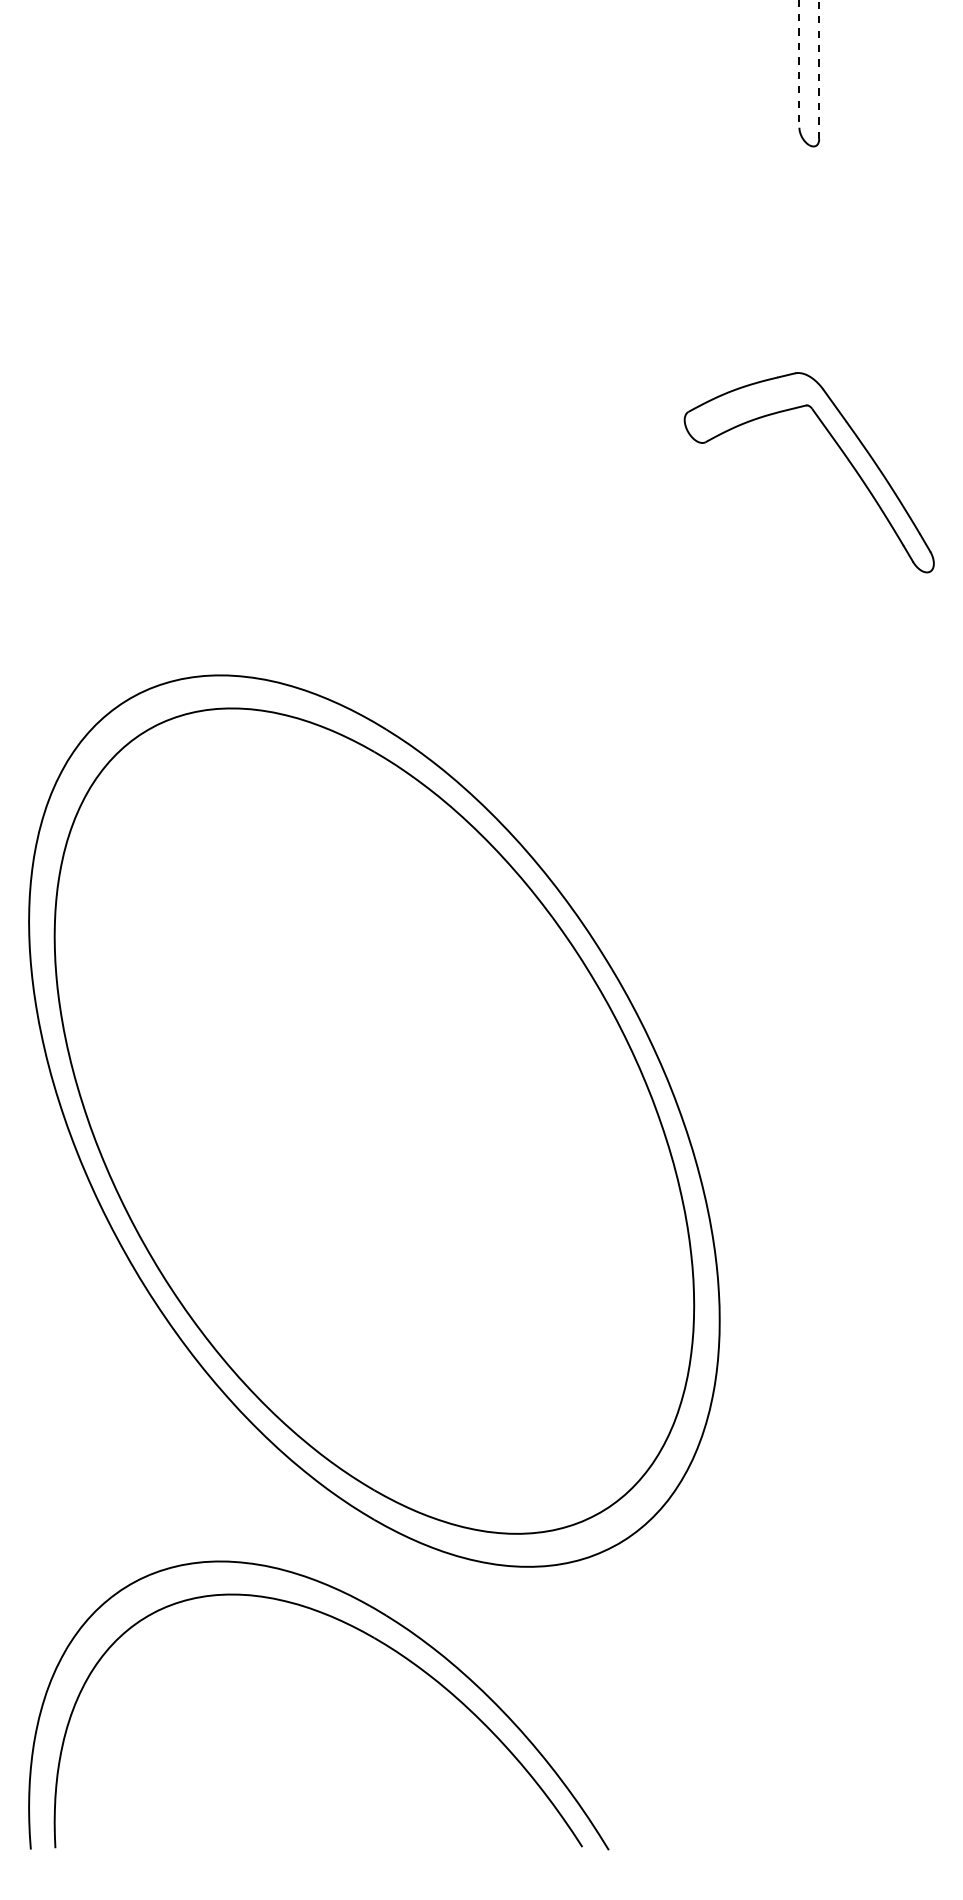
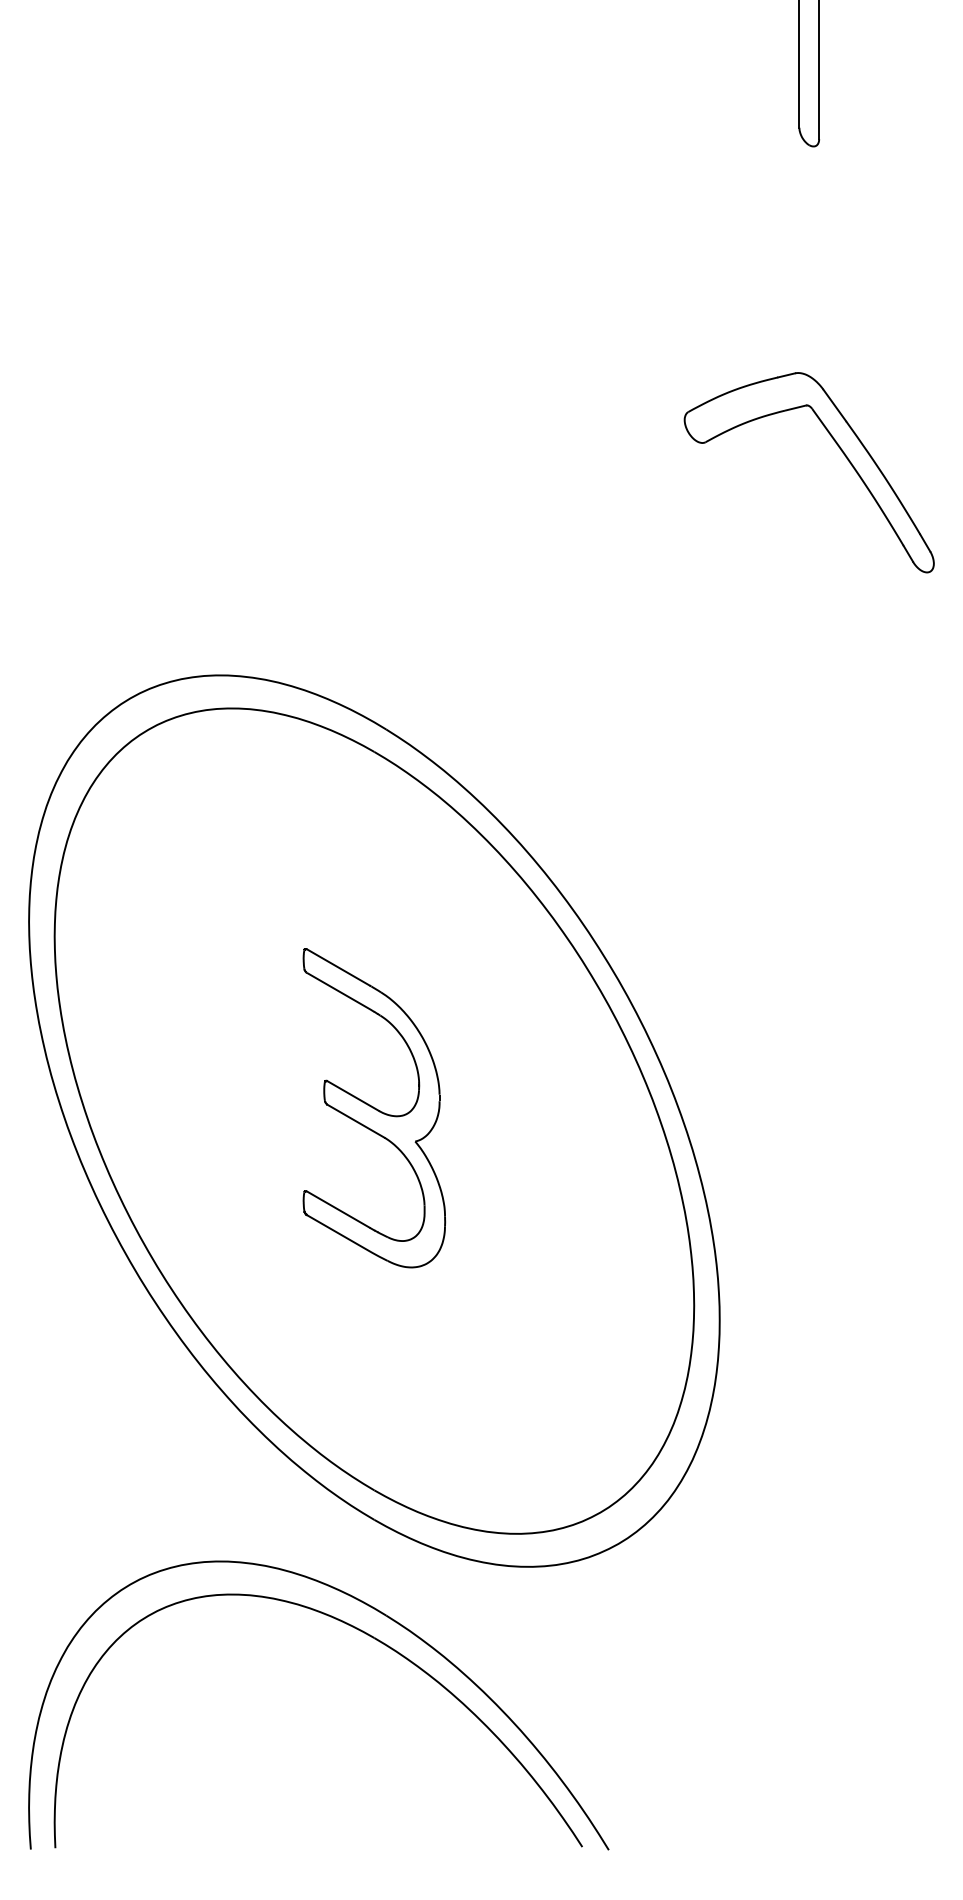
line at (799, 64): dashed -> solid
line at (819, 69): dashed -> solid
part at (374, 1108): none -> present
